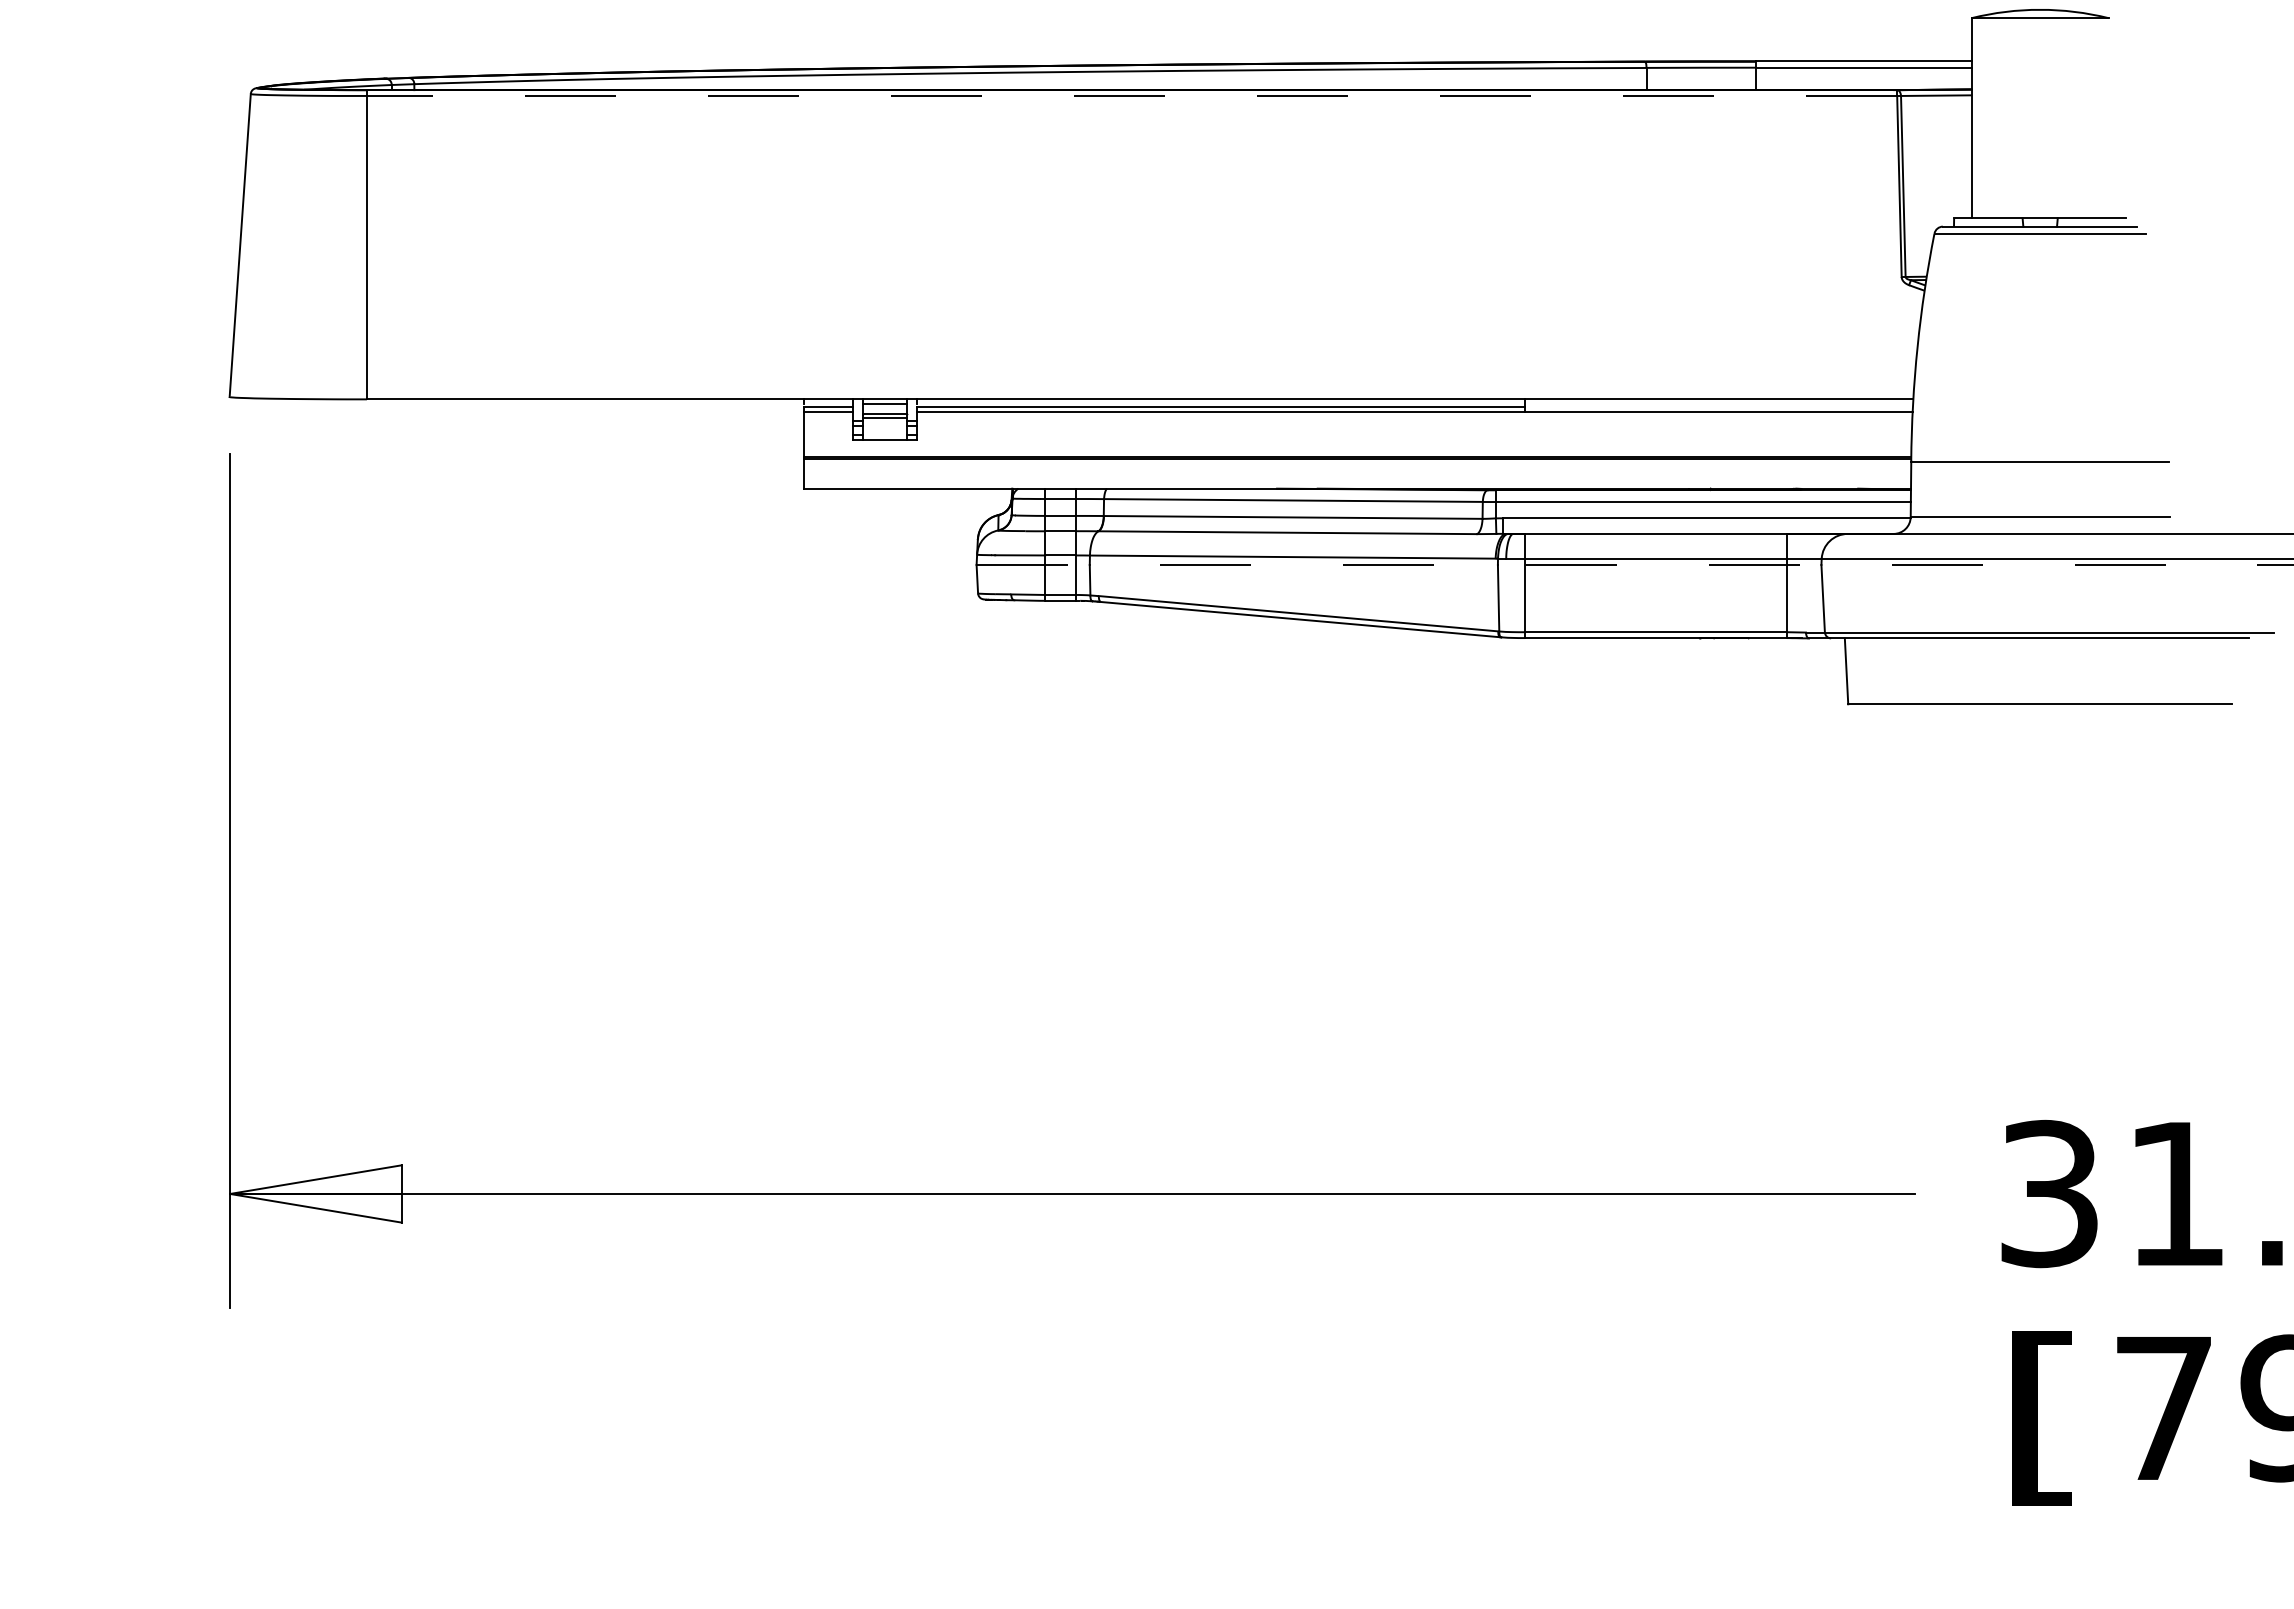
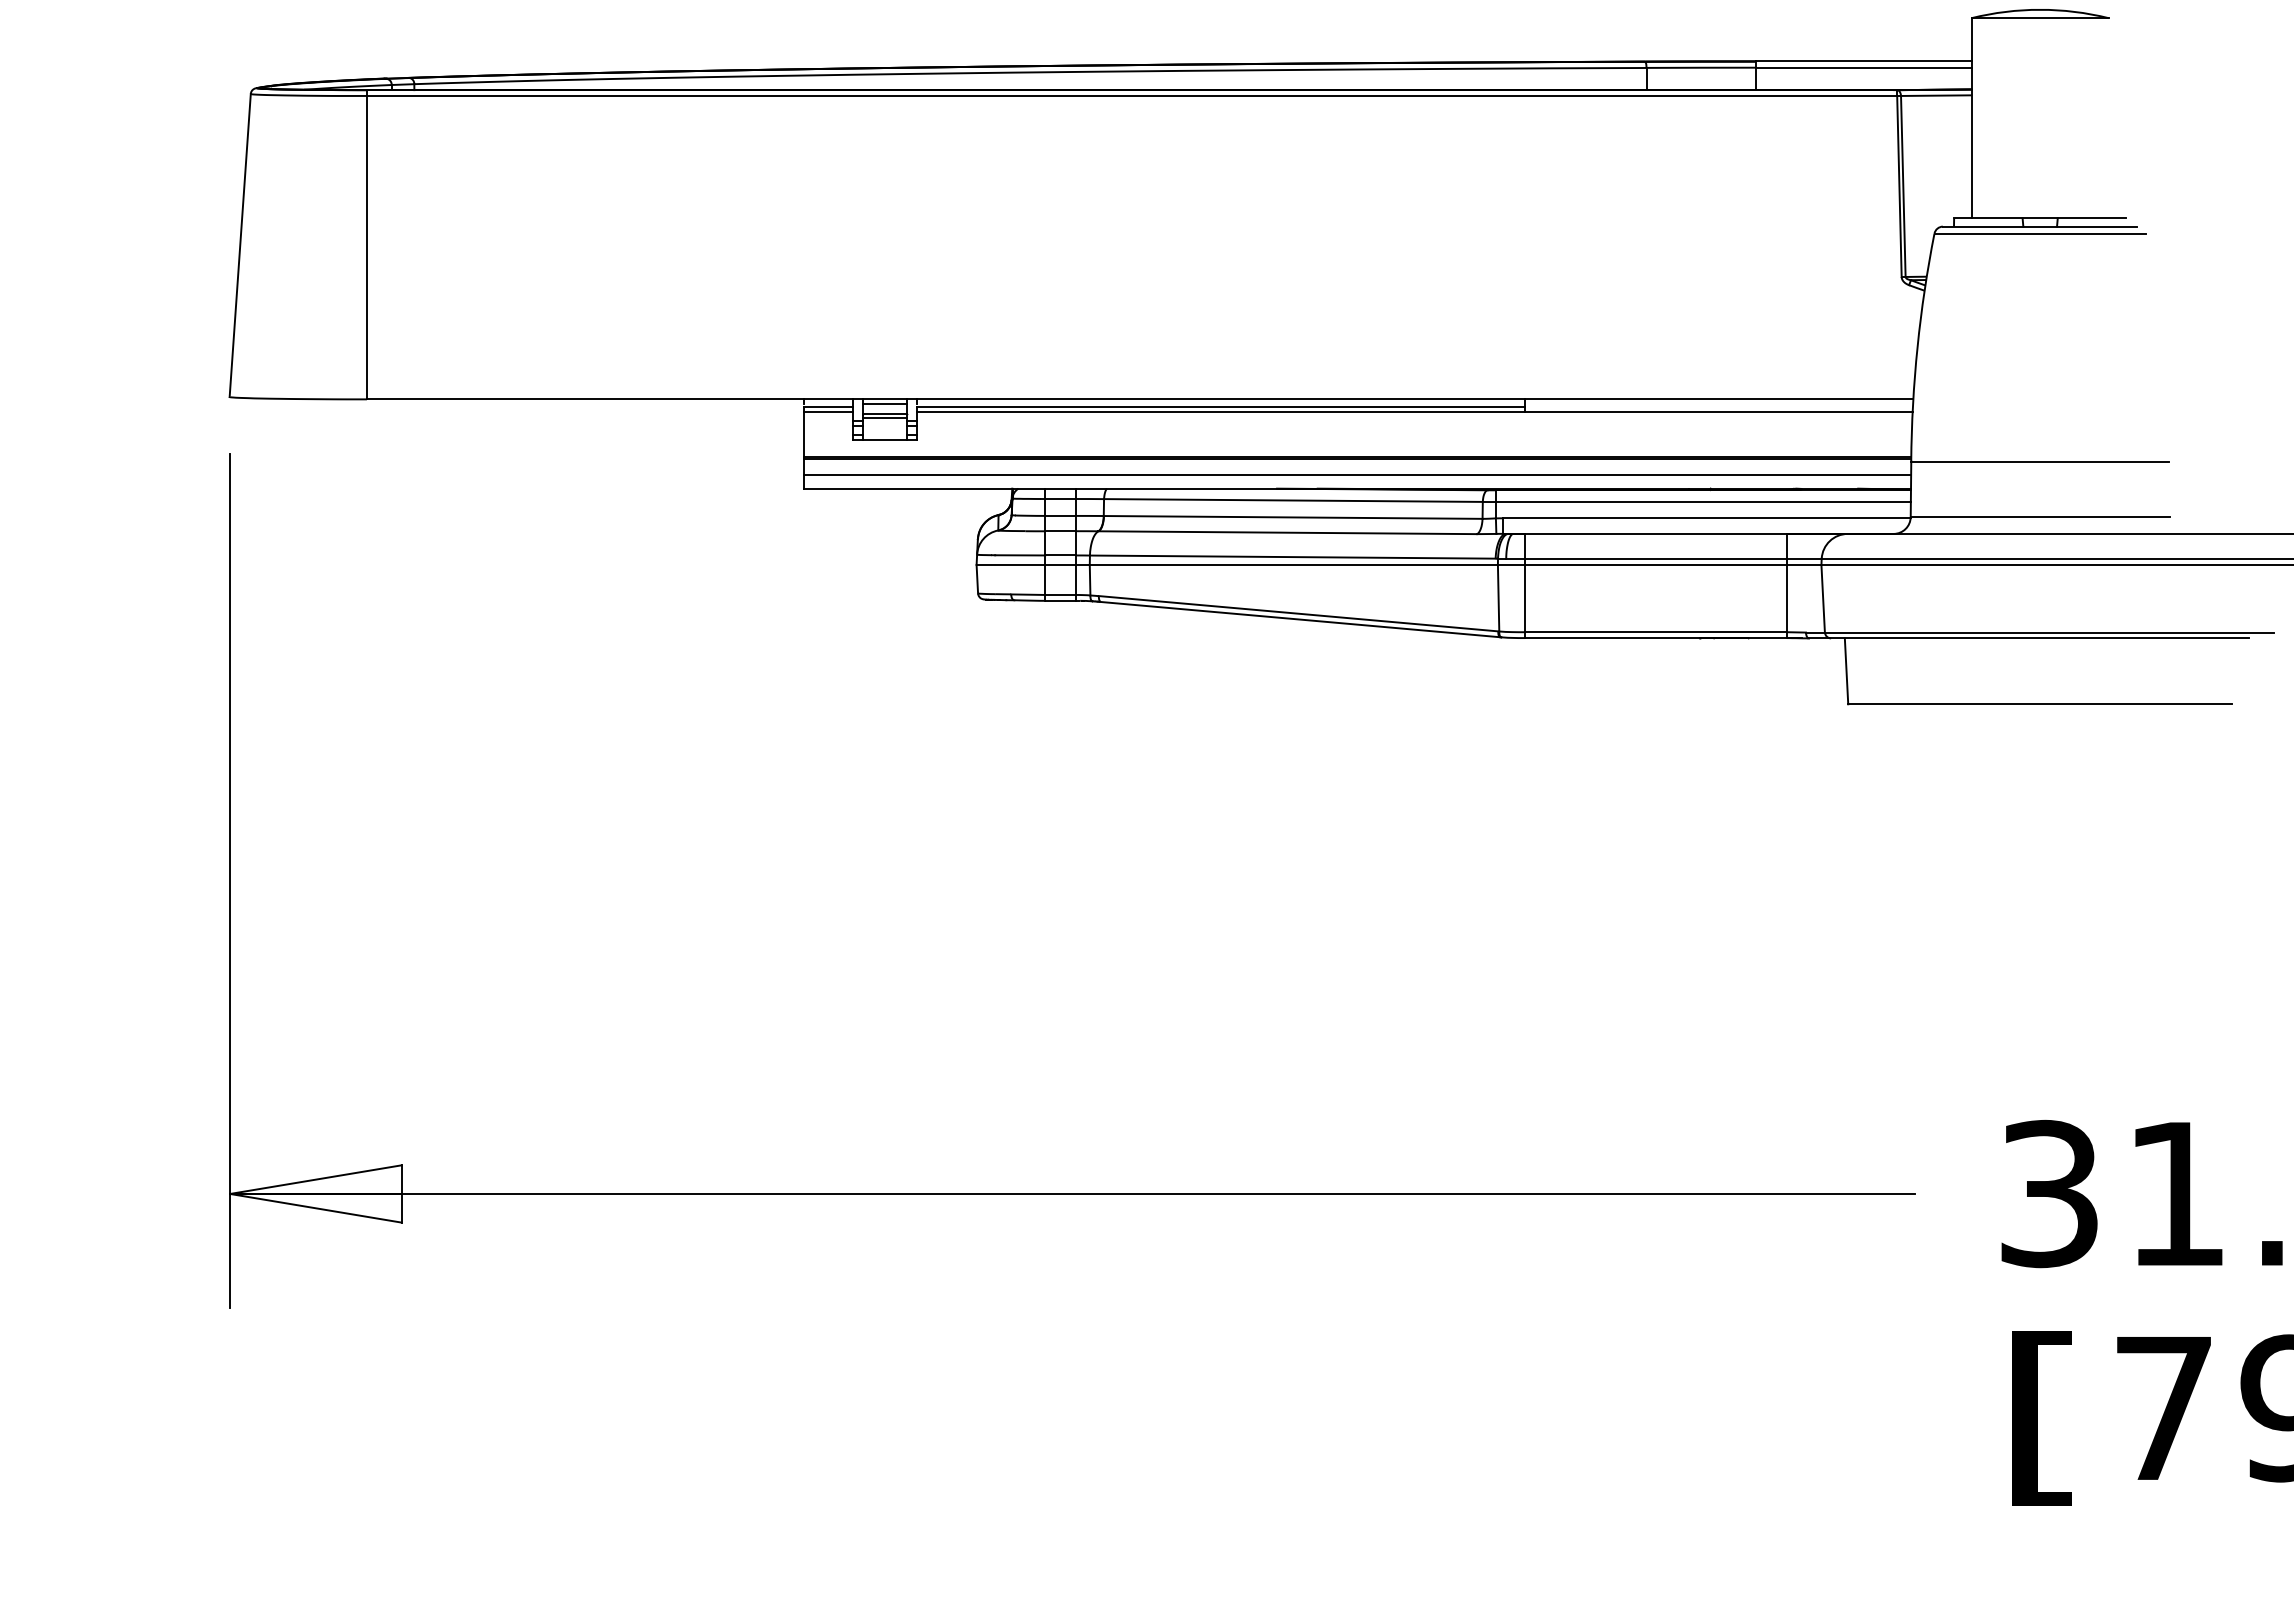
line at (1131, 95): dashed -> solid
line at (1357, 475): none -> present
line at (1635, 564): dashed -> solid
